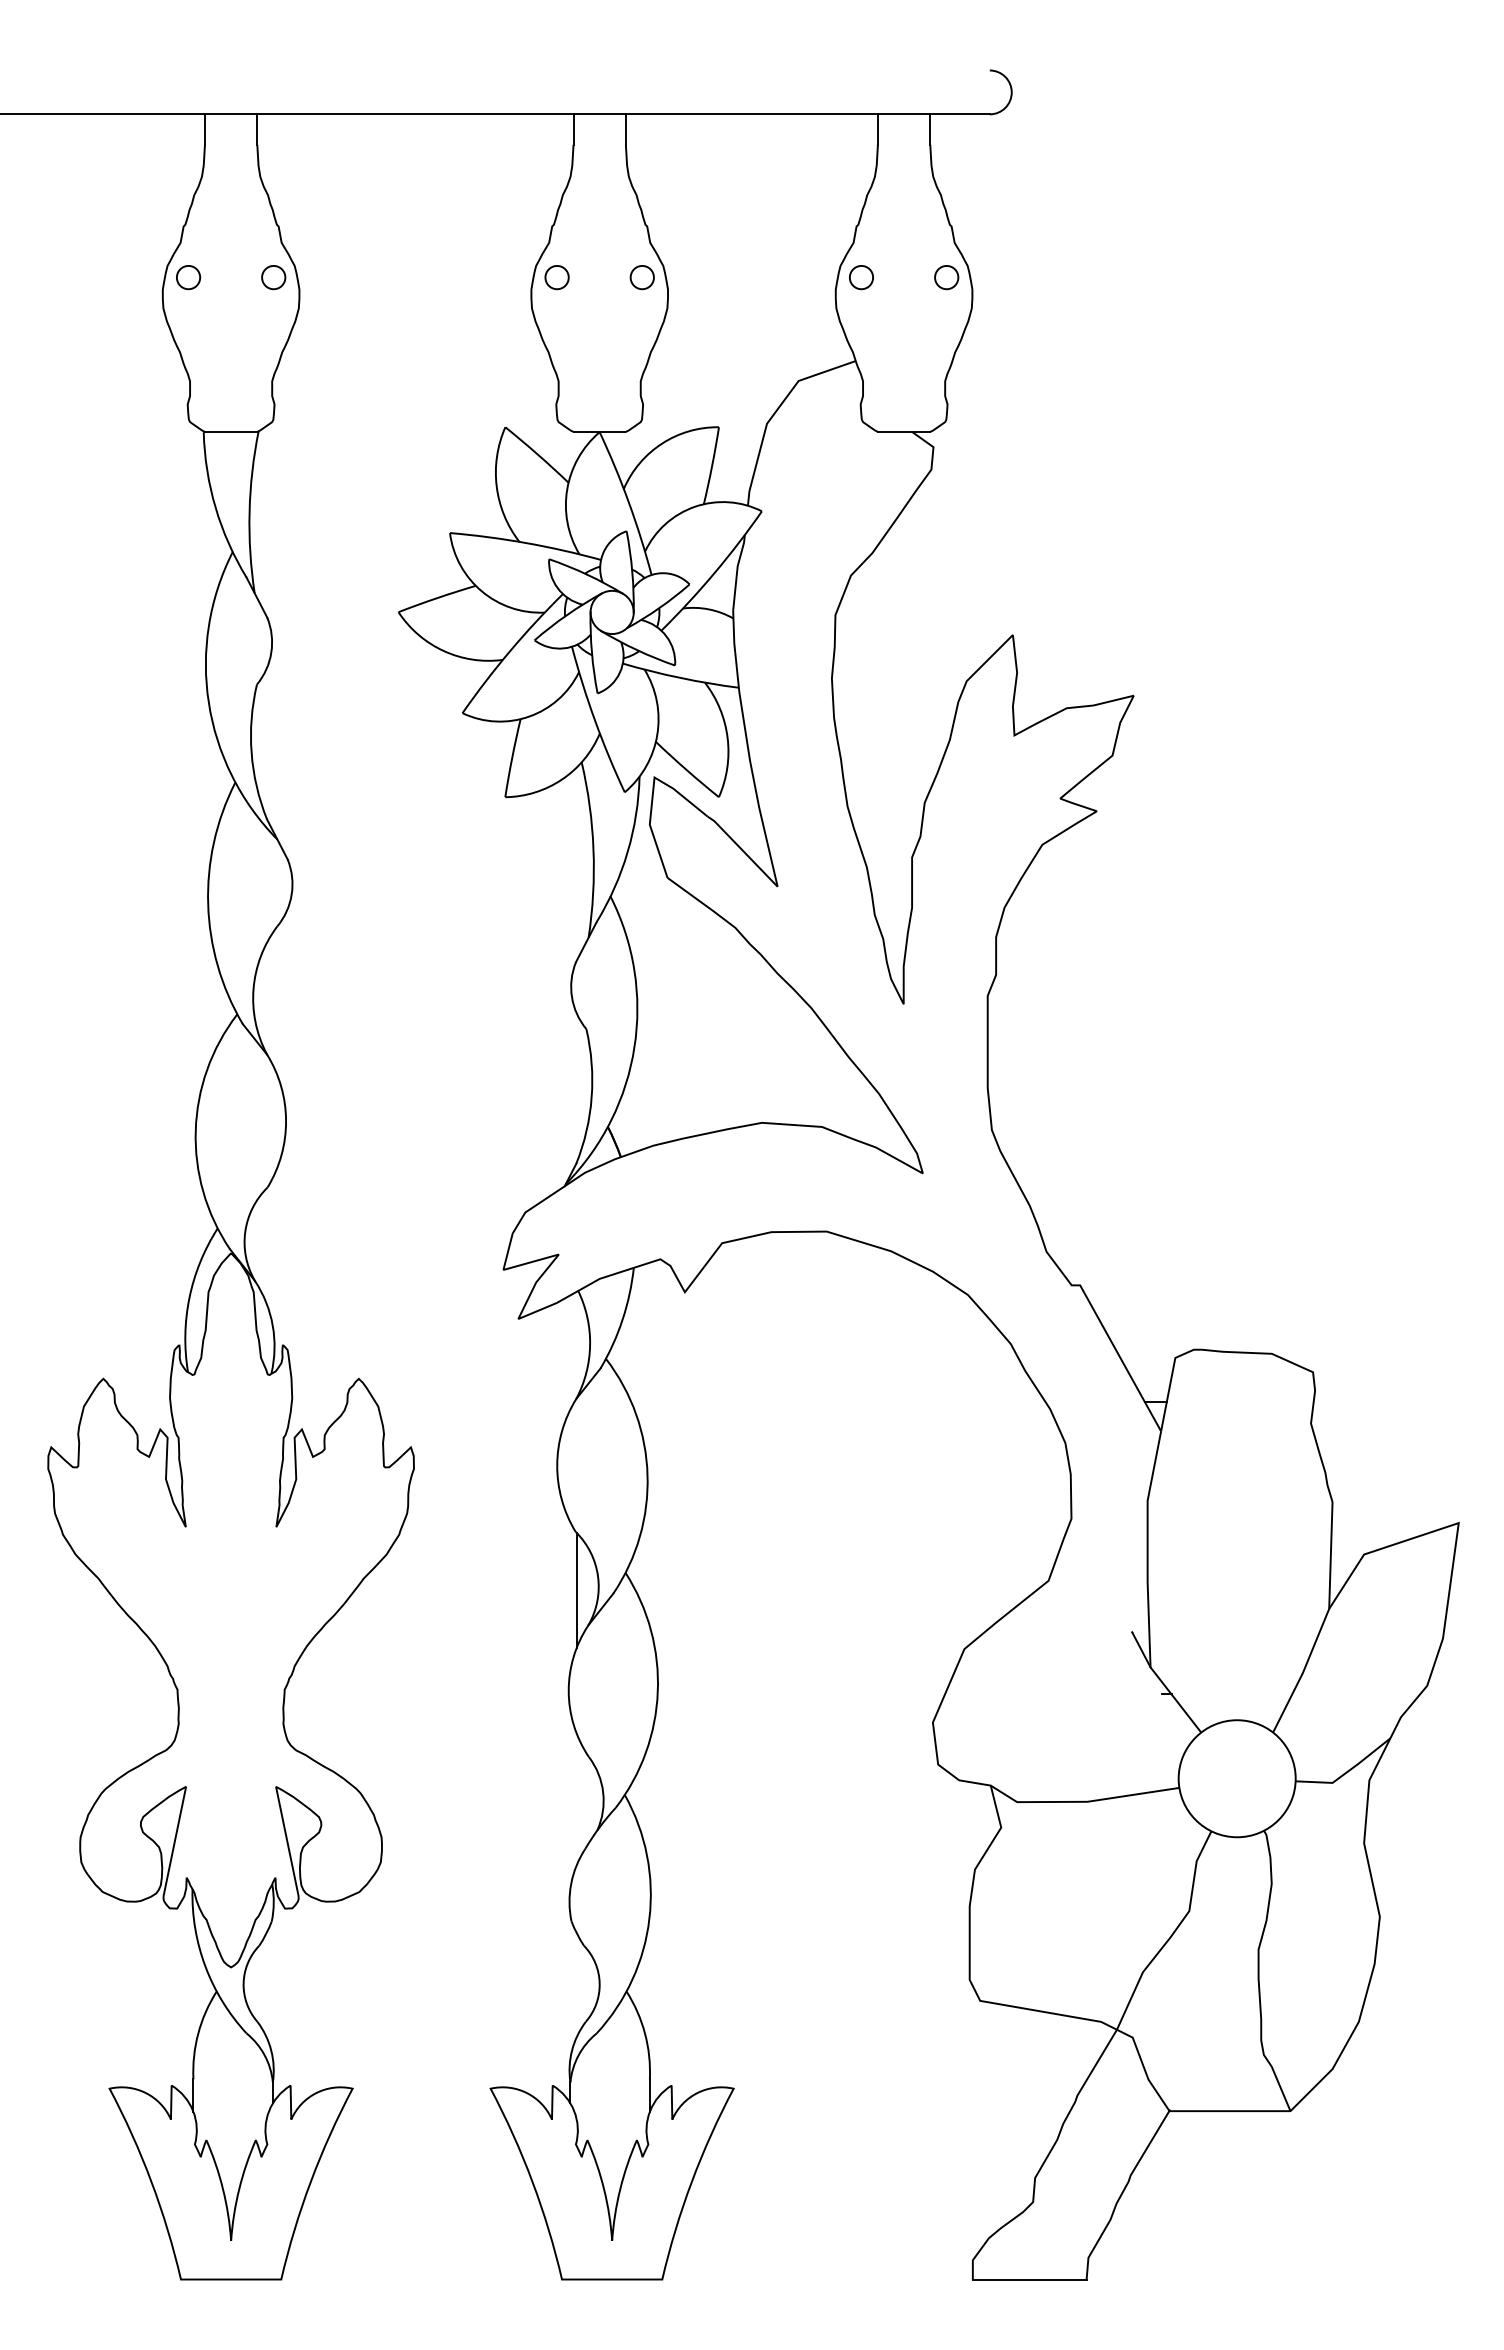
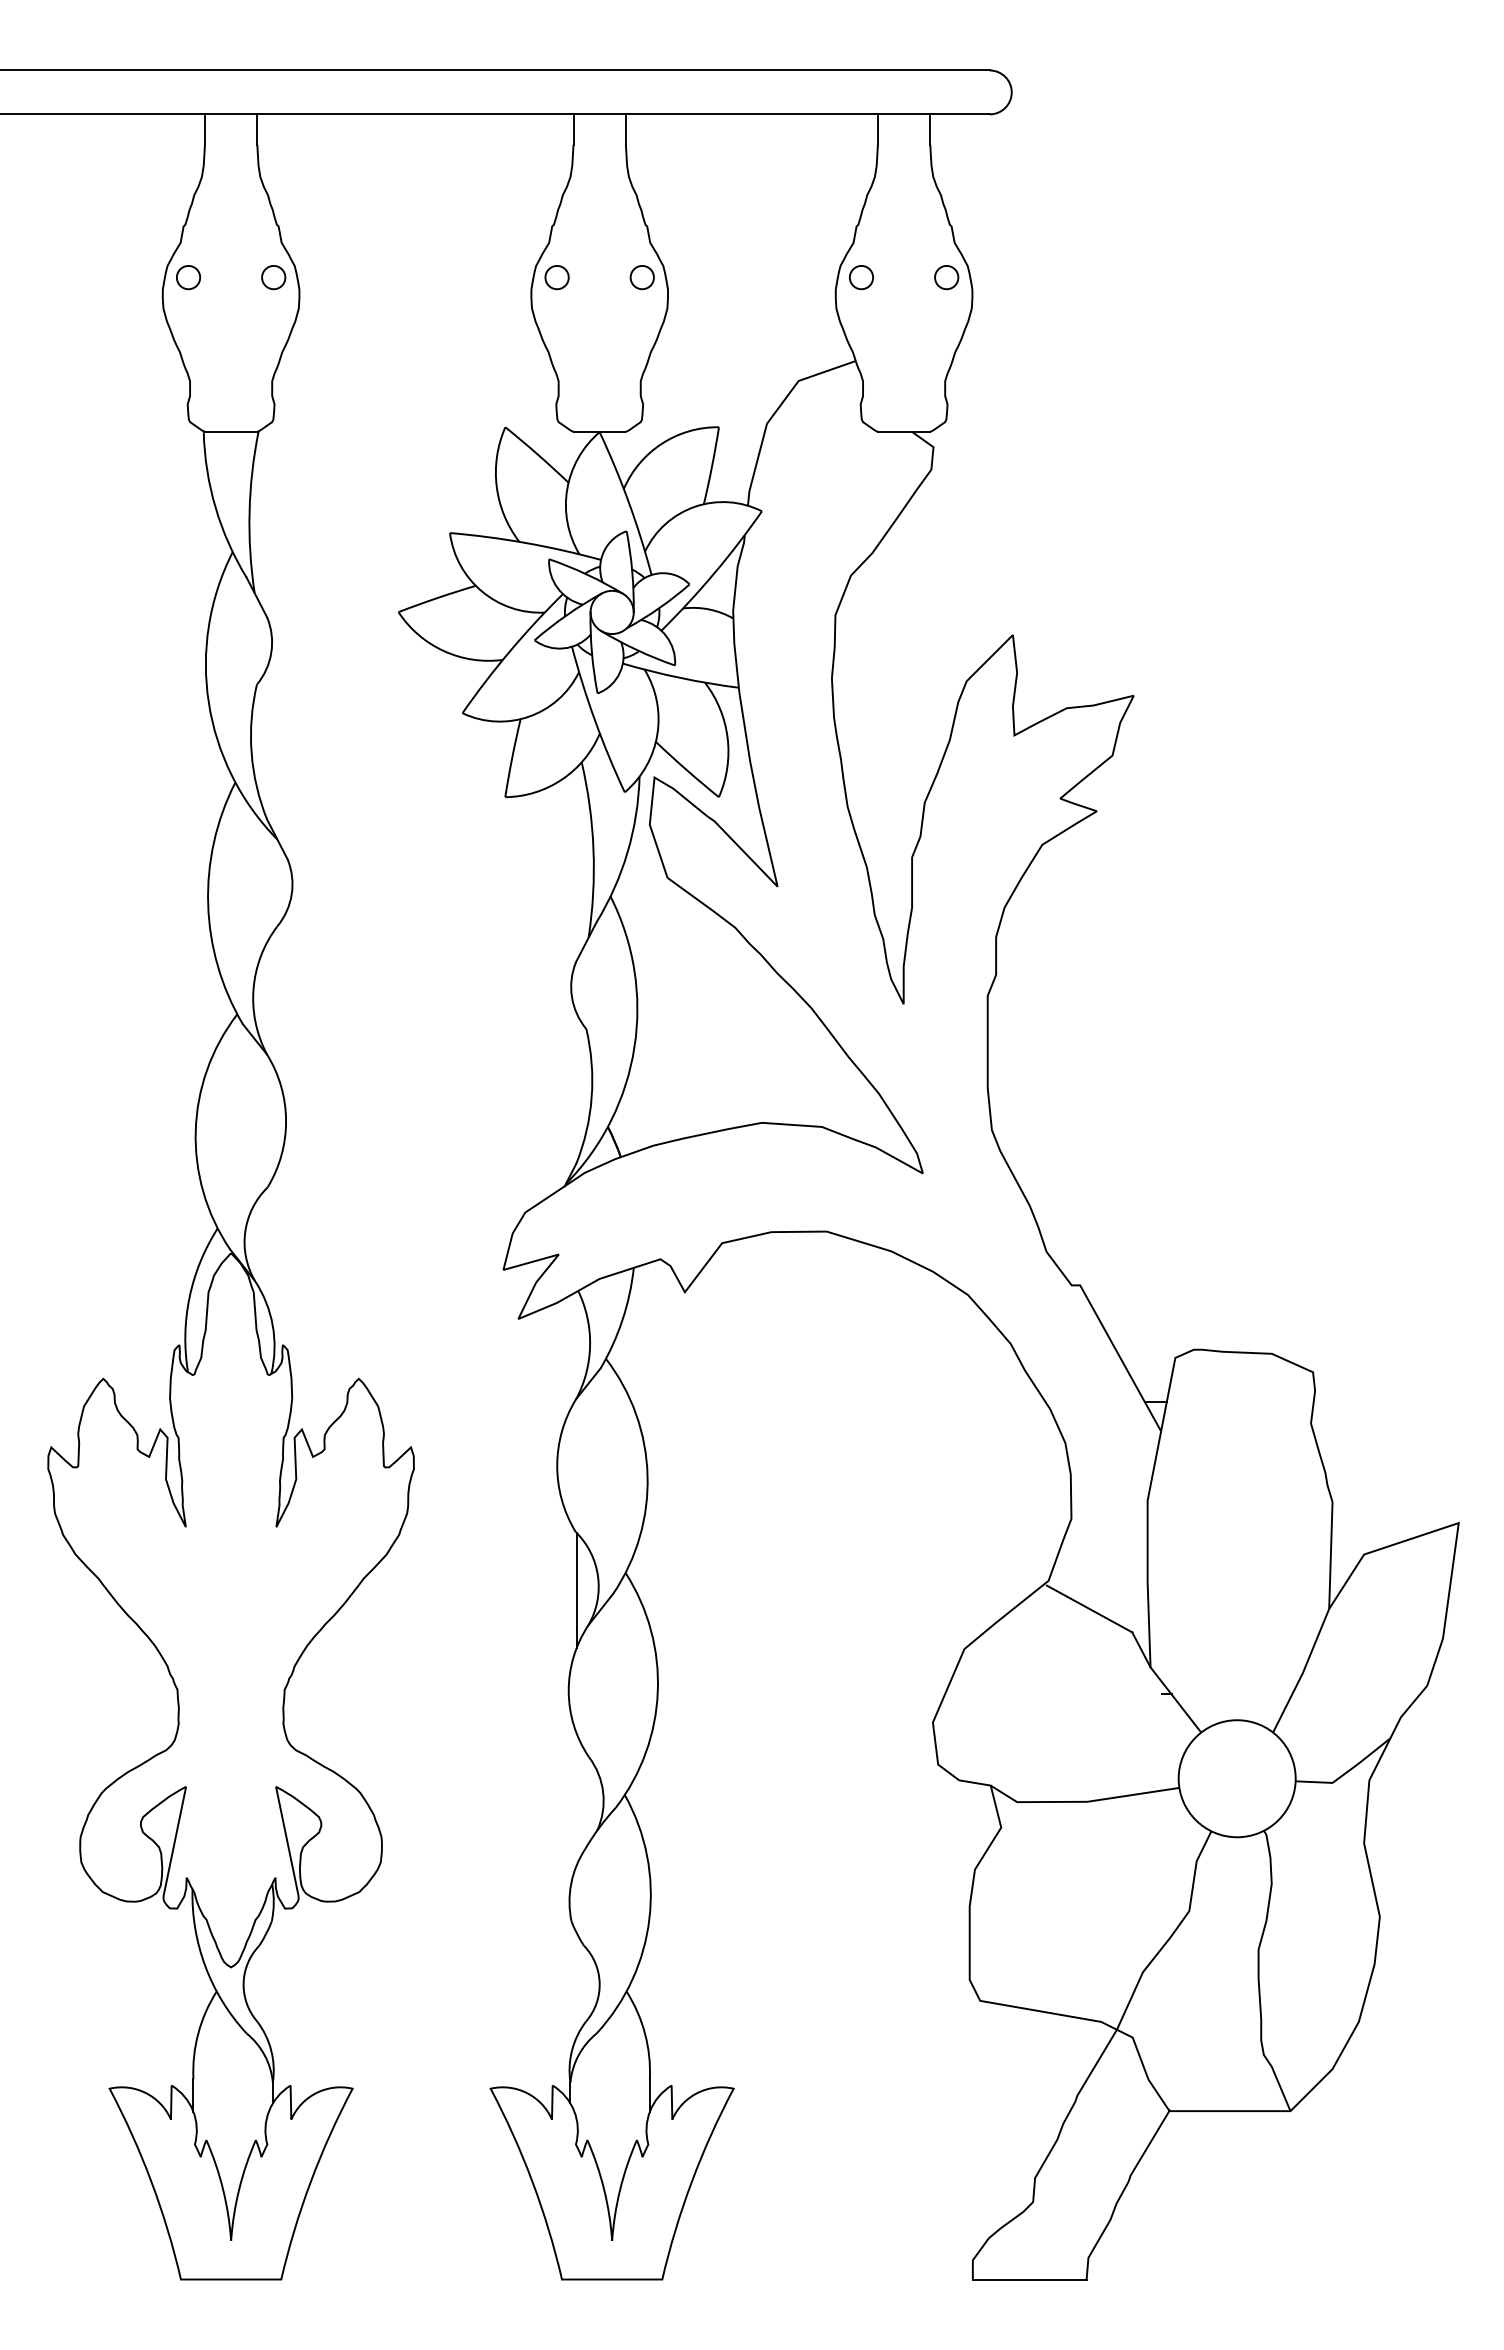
line at (495, 70): none -> present
line at (1089, 1608): none -> present
